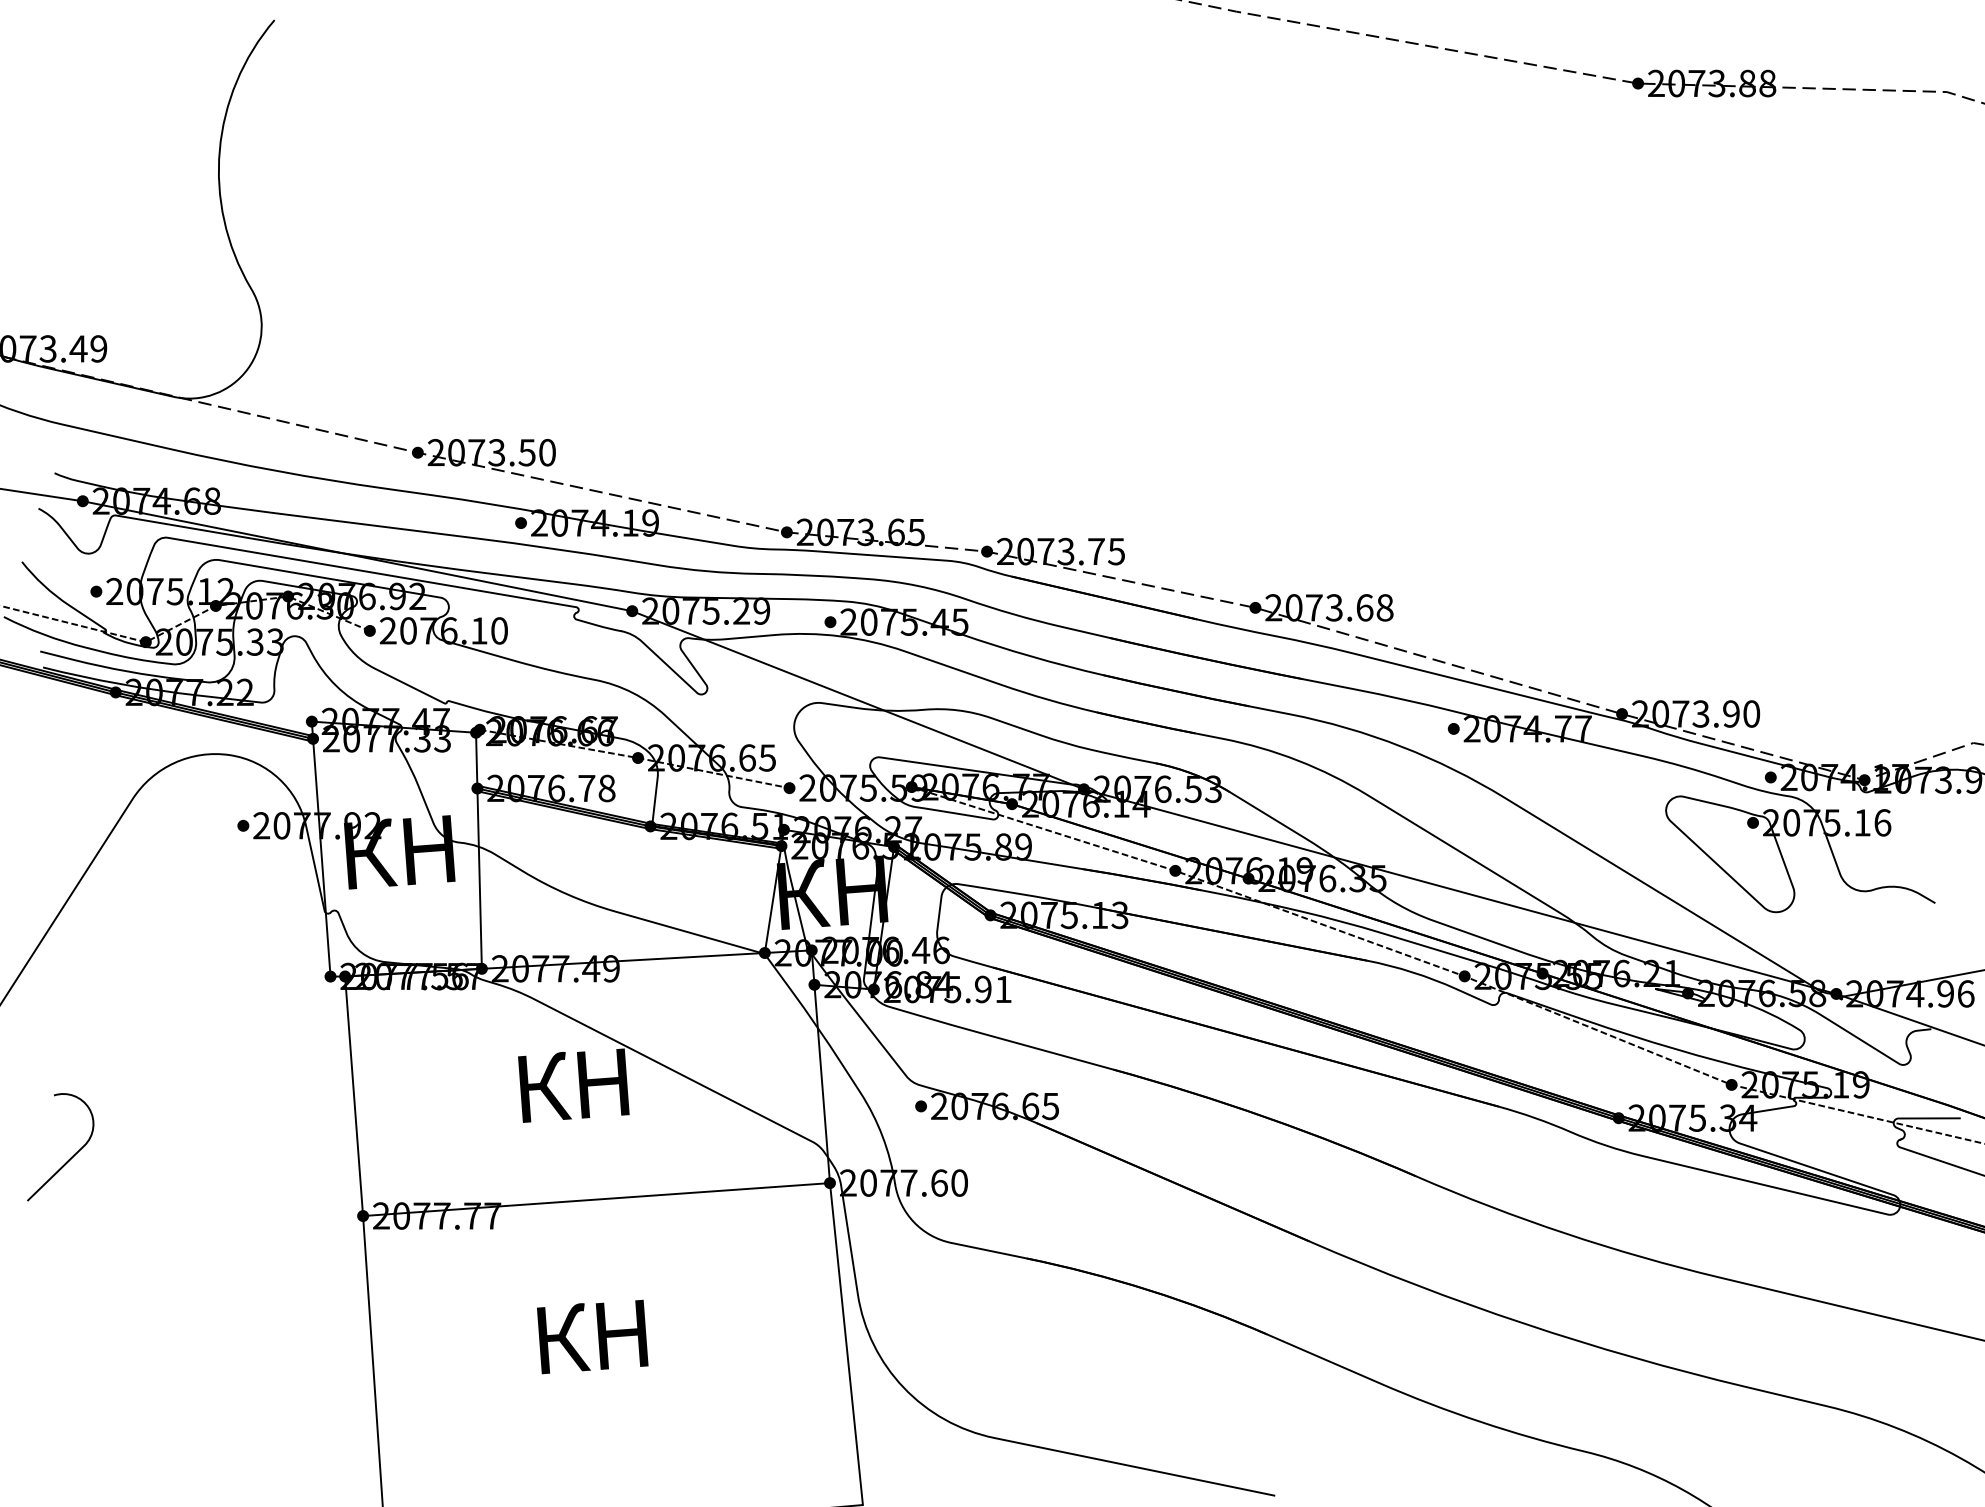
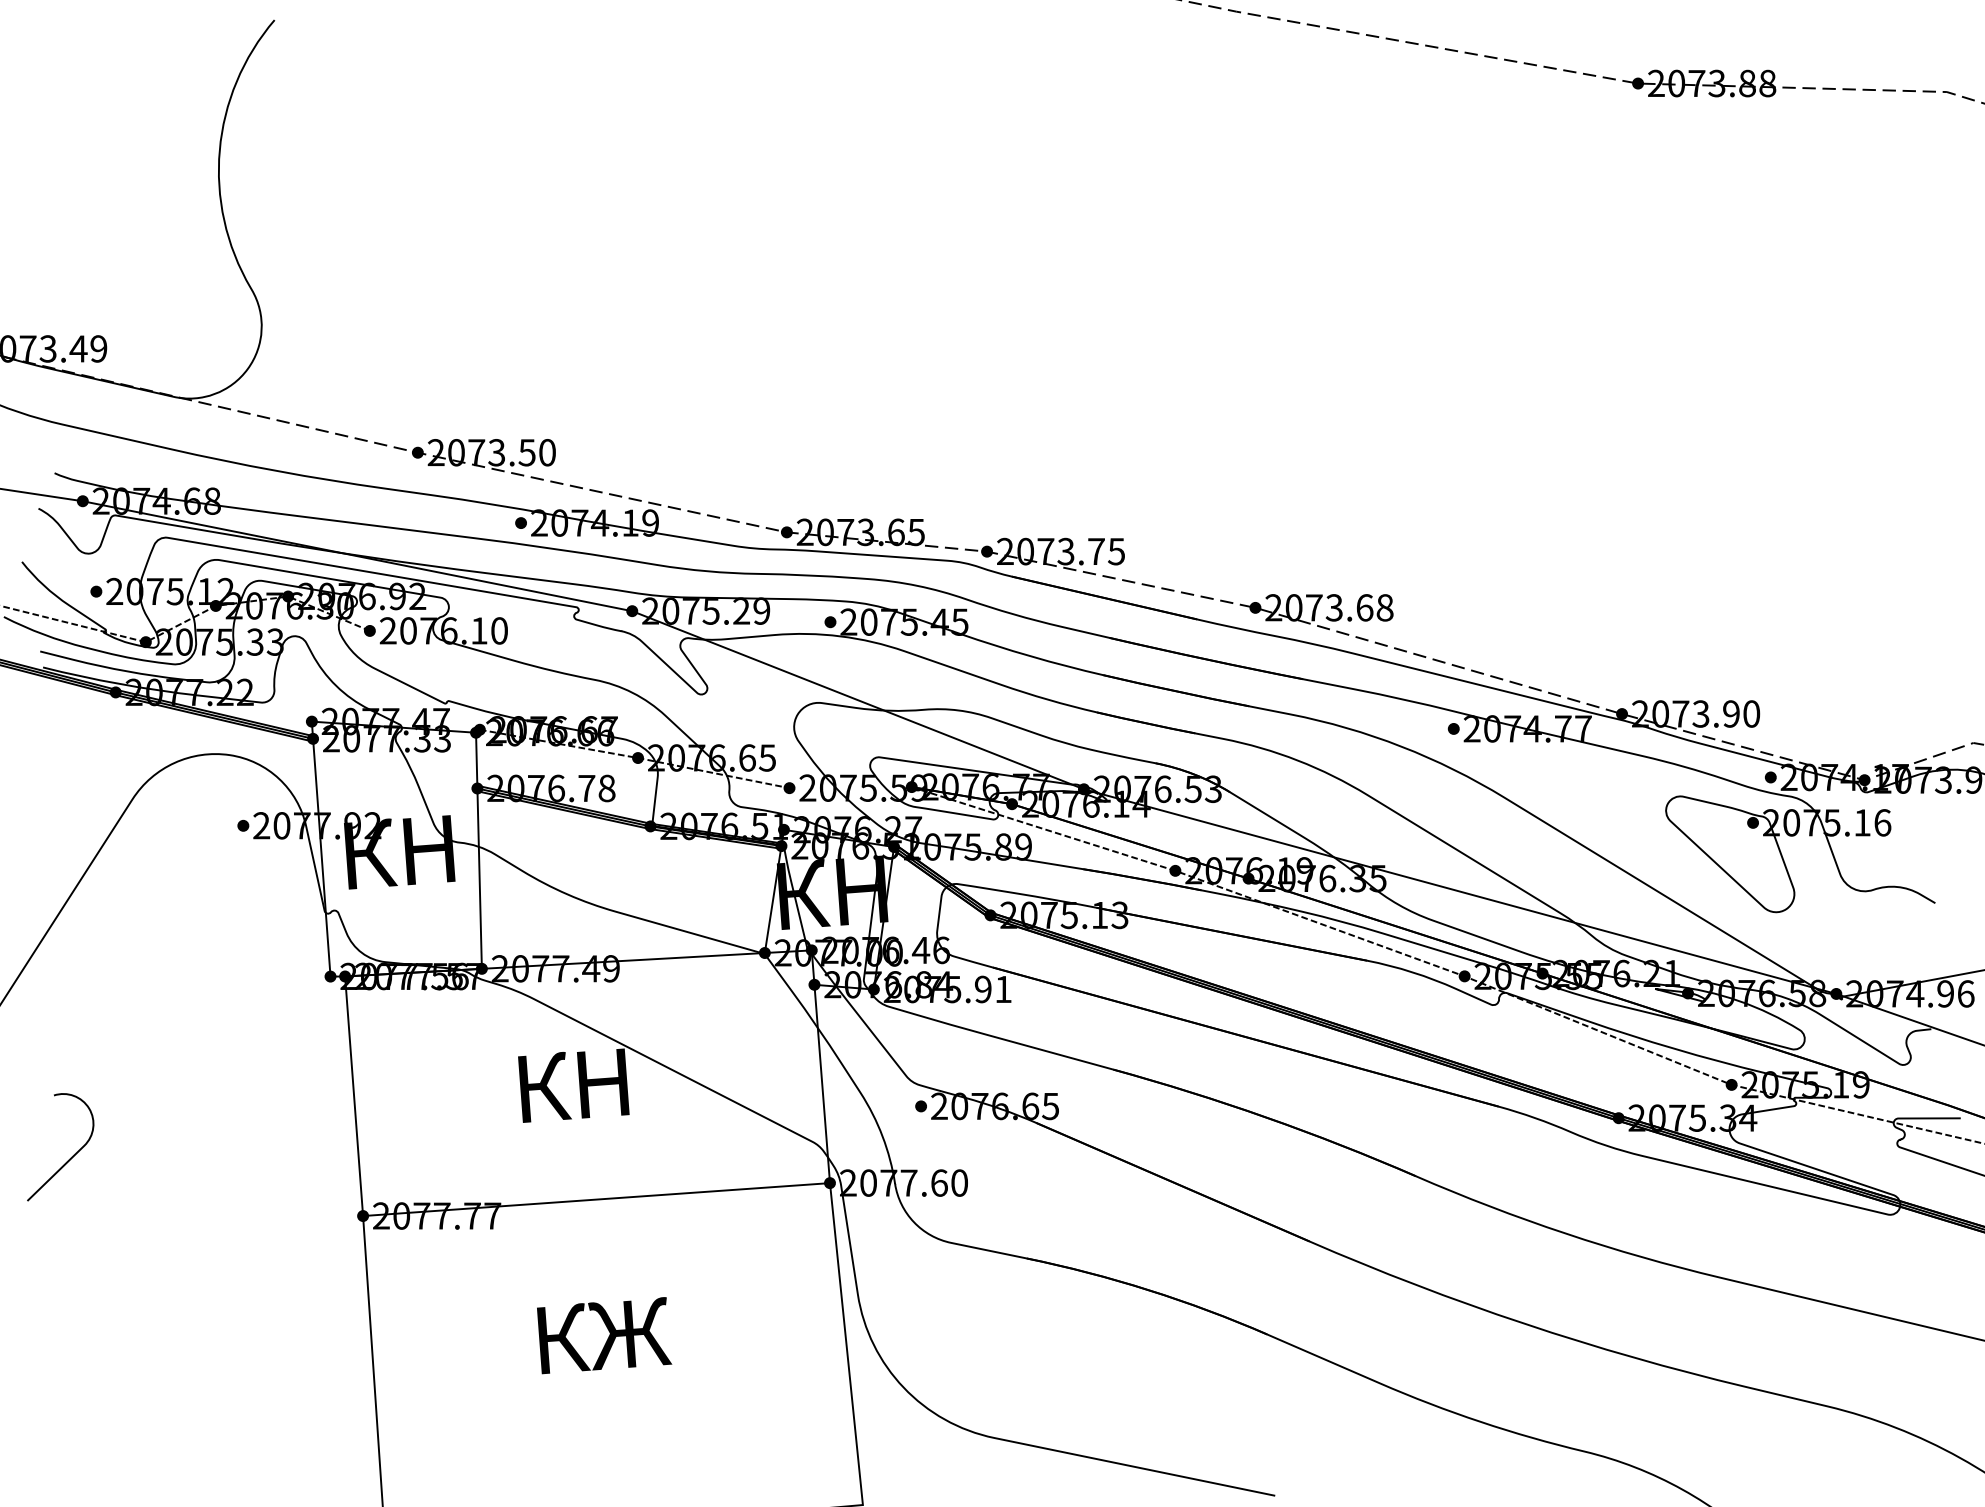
text at (630, 1333): КН -> КЖ
